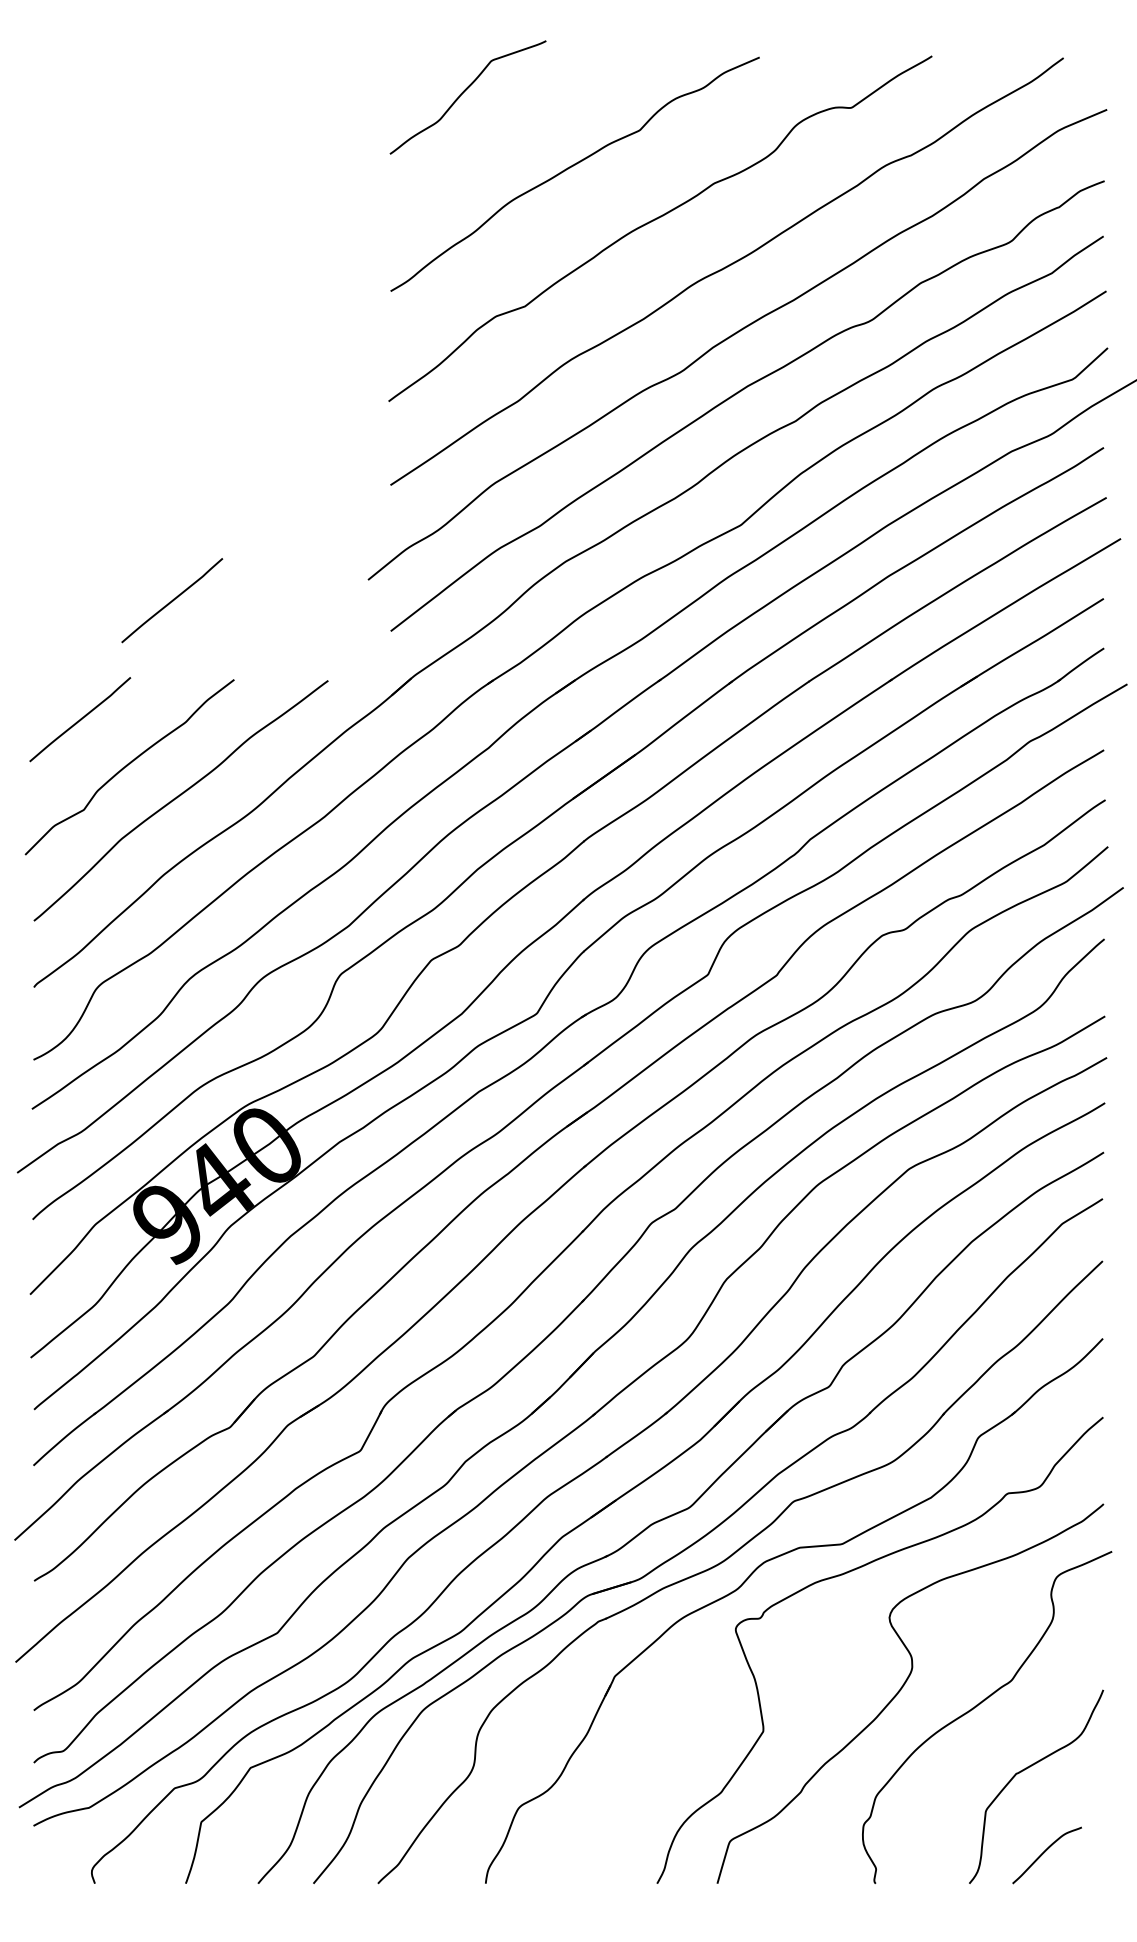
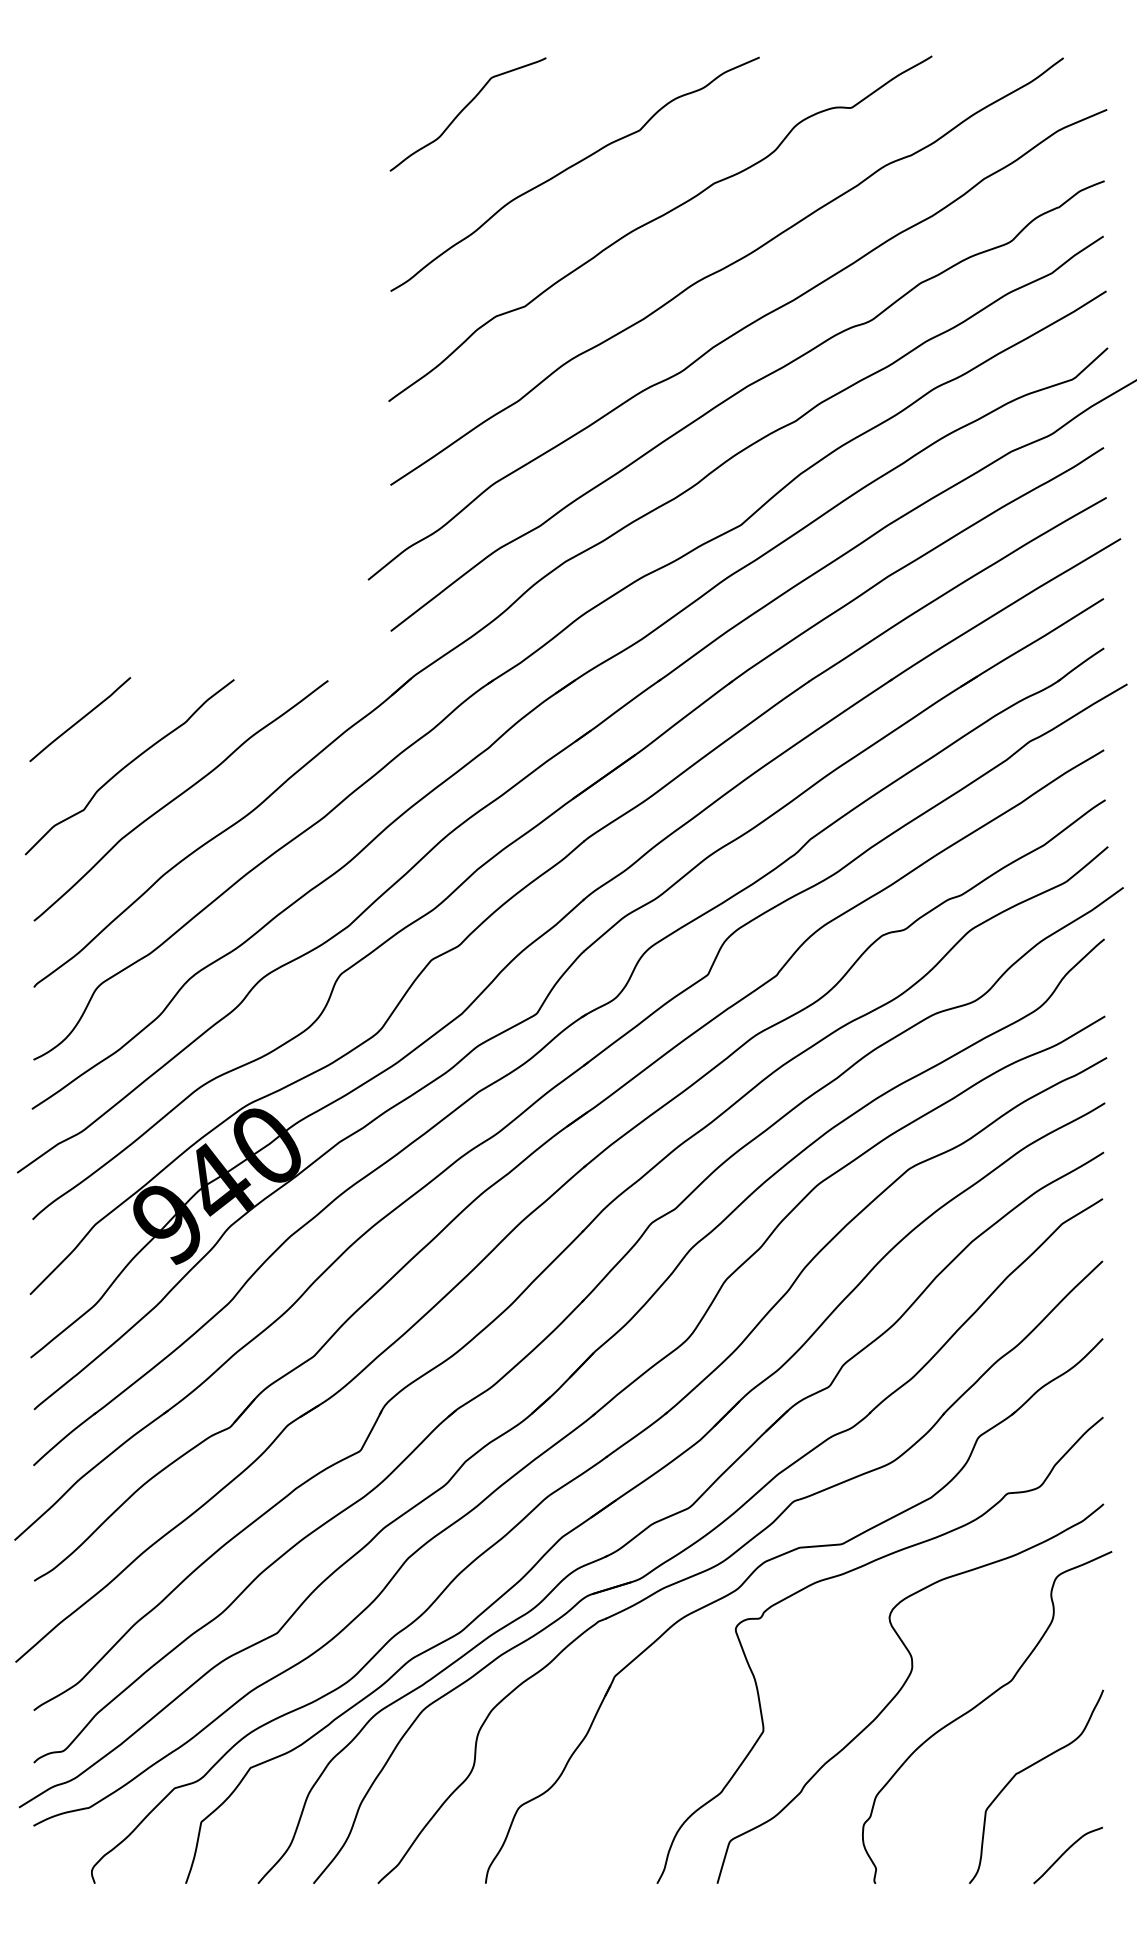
curve at (463, 93) position: (463, 93) -> (463, 110)
curve at (172, 600): present -> none
curve at (1044, 1853) position: (1044, 1853) -> (1065, 1853)
